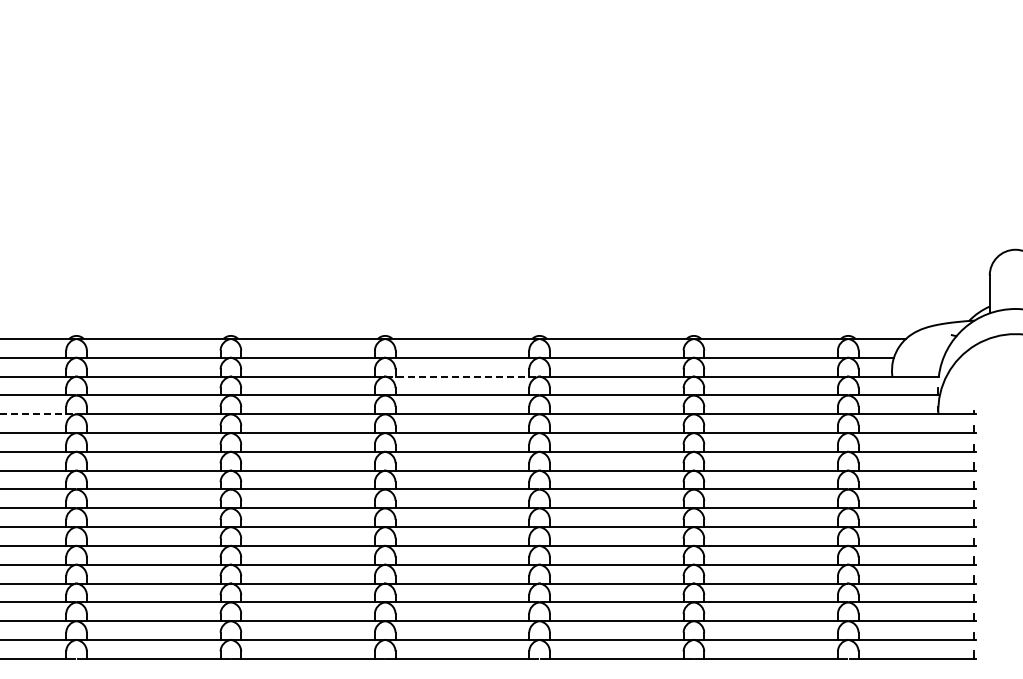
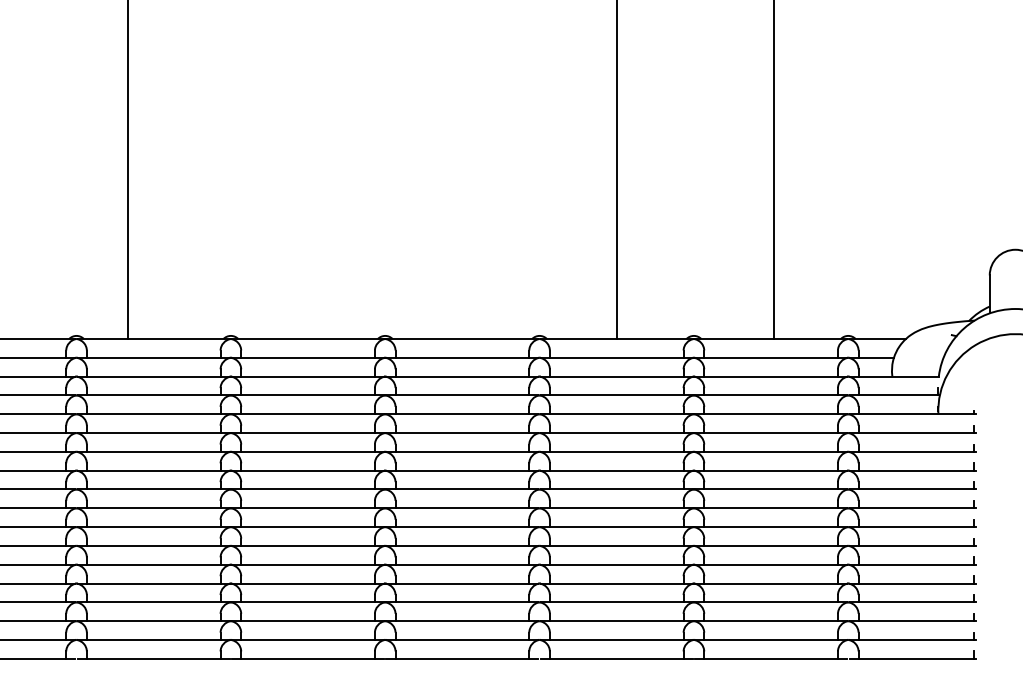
line at (128, 170): none -> present
line at (616, 170): none -> present
line at (773, 170): none -> present
line at (462, 376): dashed -> solid
line at (38, 414): dashed -> solid
